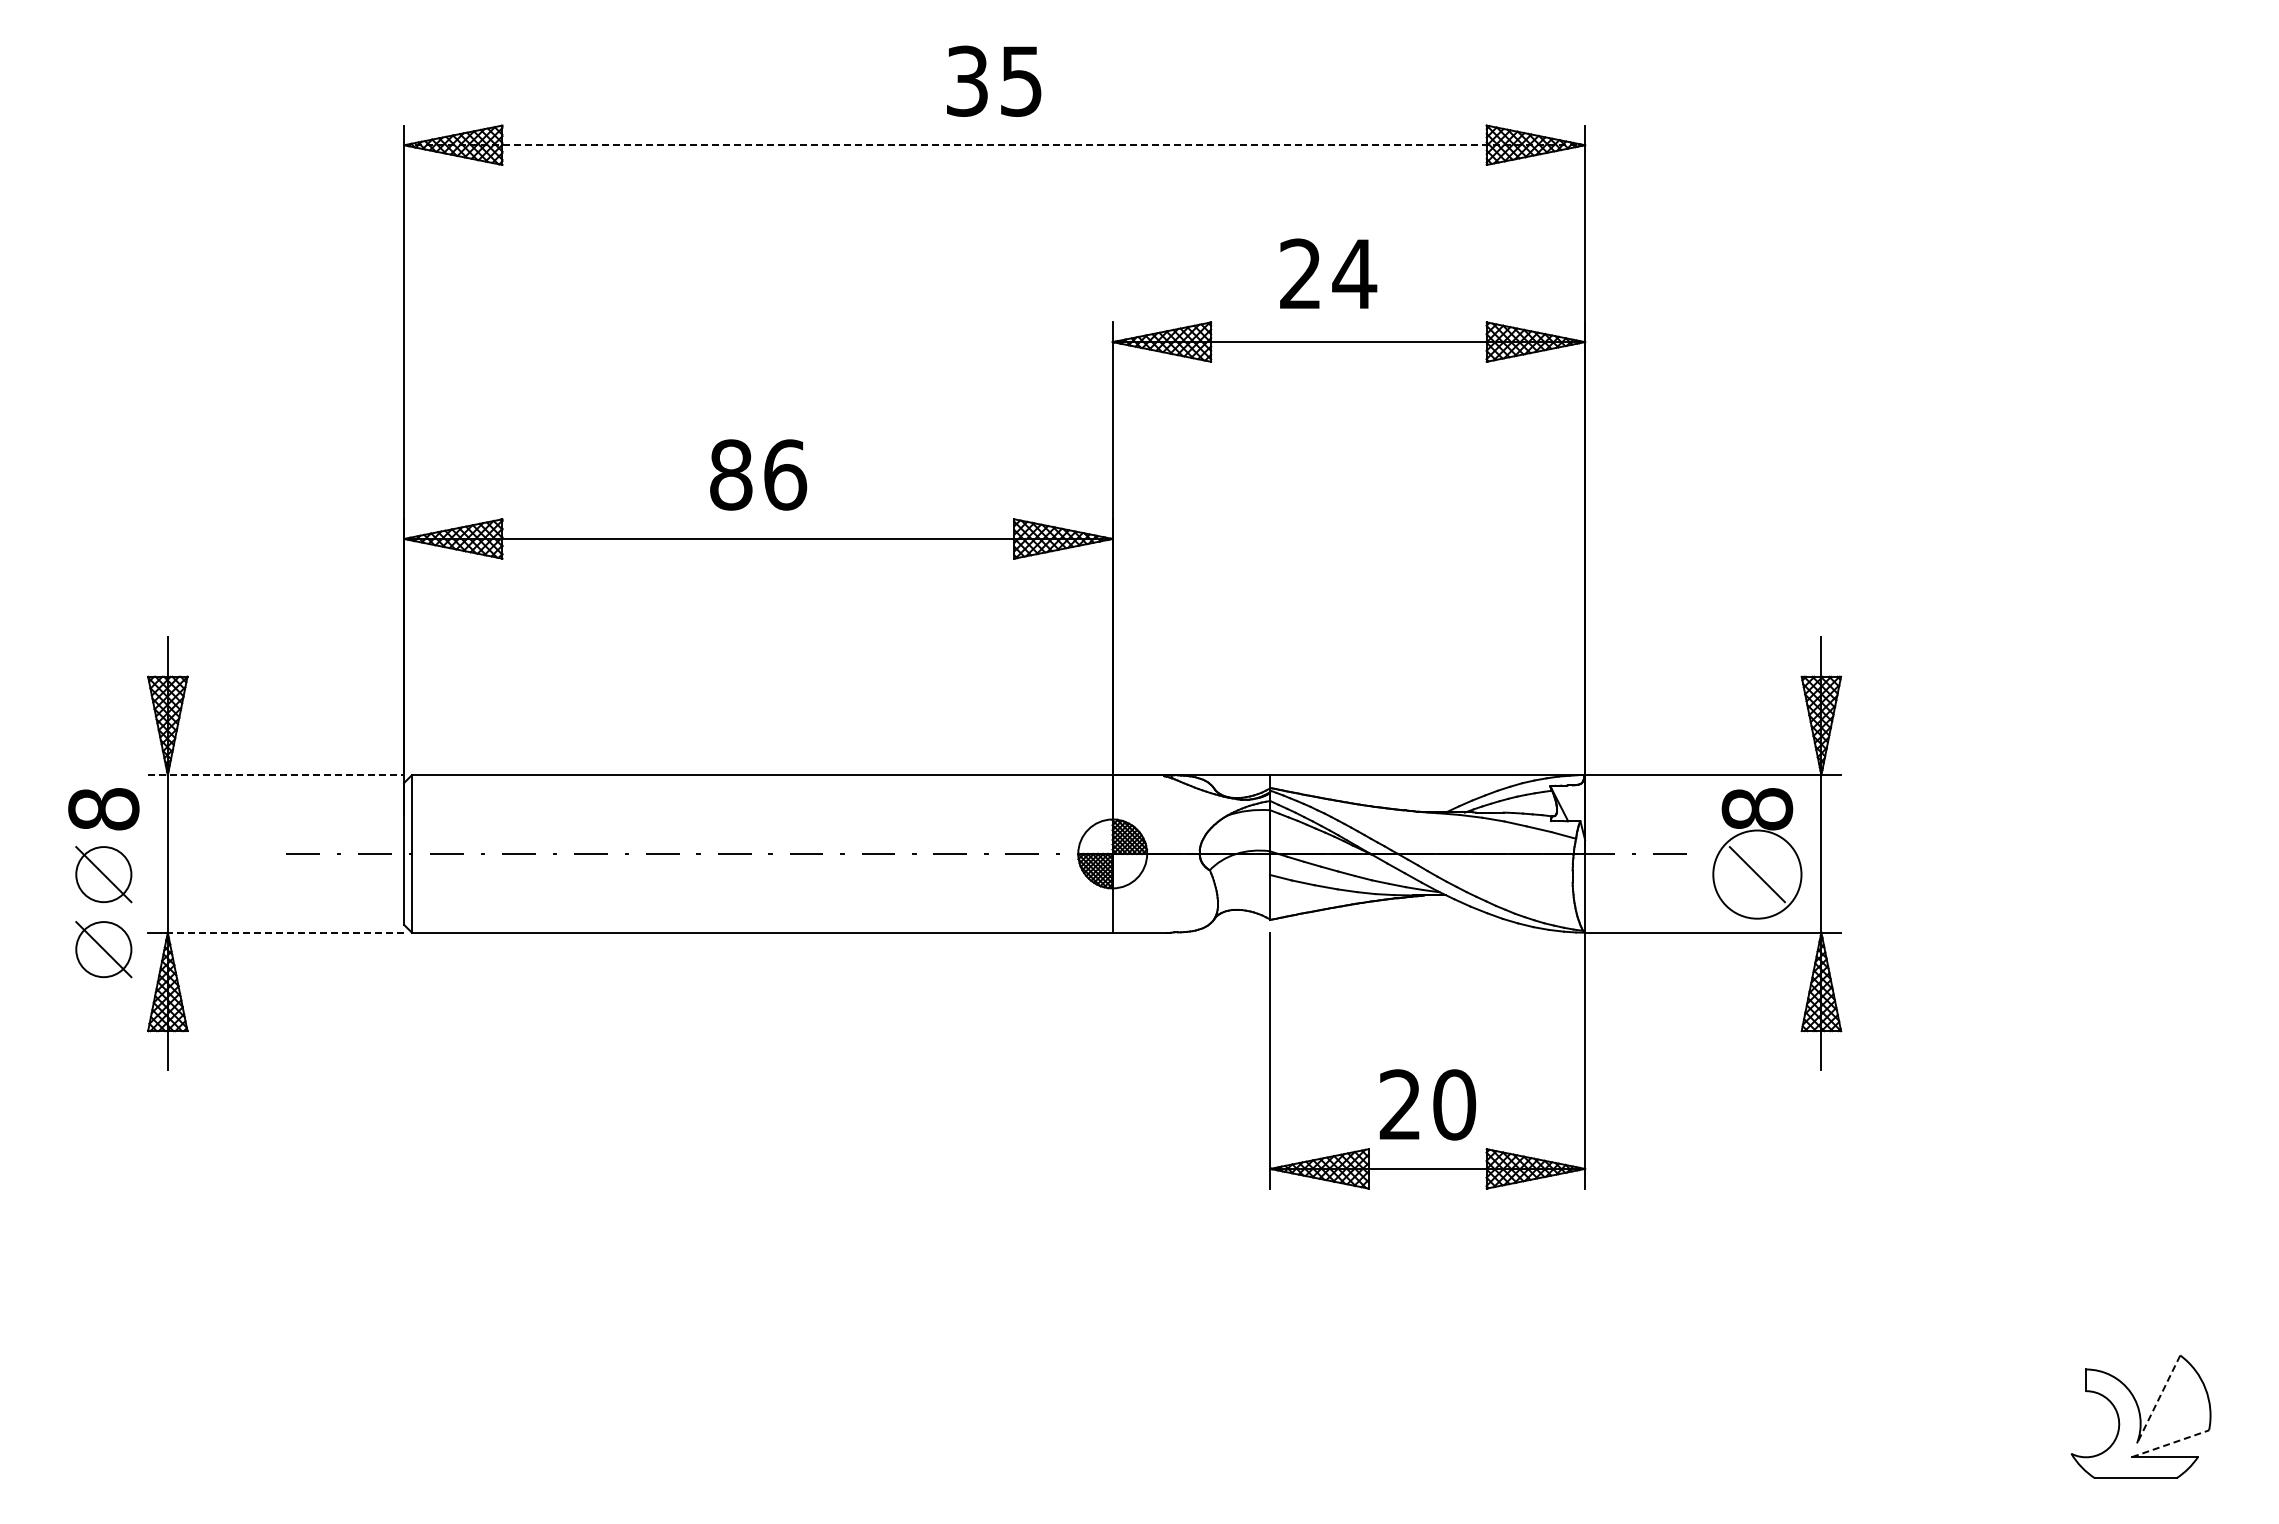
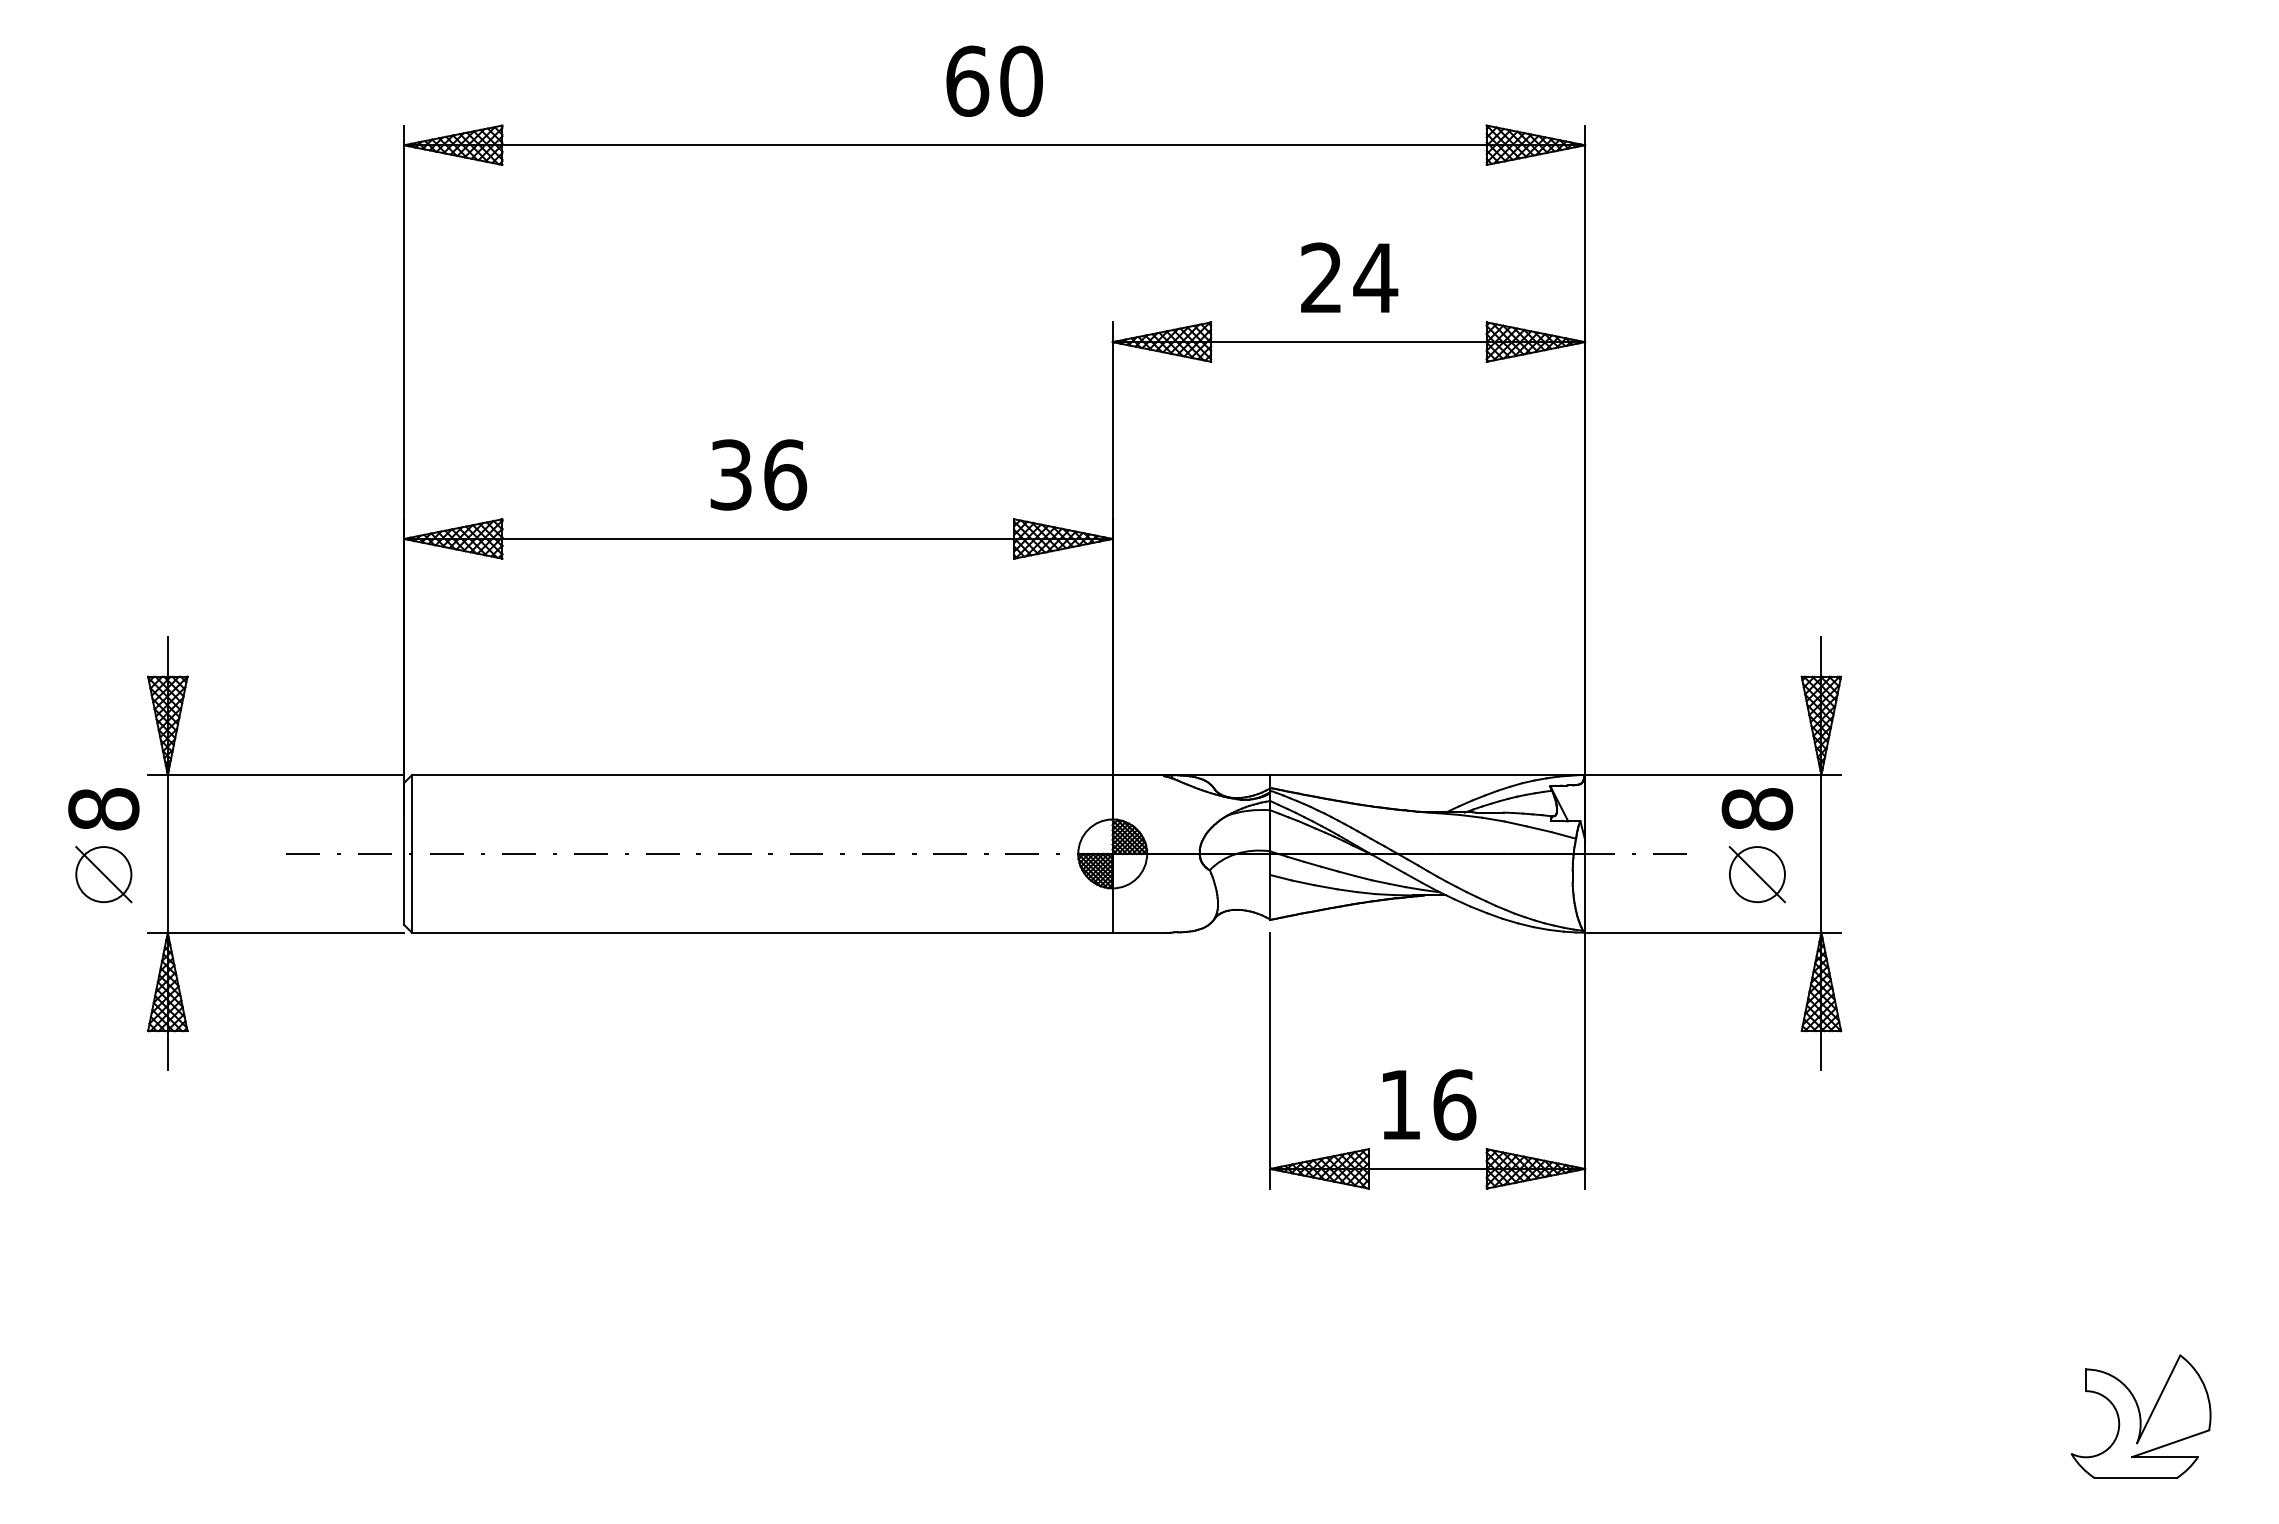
text at (994, 80): 35 -> 60
line at (994, 145): dashed -> solid
text at (1328, 273) position: (1328, 273) -> (1349, 277)
text at (731, 474): 86 -> 36
line at (276, 775): dashed -> solid
circle at (1757, 874) diameter: 88 px -> 55 px
line at (285, 932): dashed -> solid
part at (103, 949): present -> none
text at (1427, 1104): 20 -> 16
line at (2158, 1399): dashed -> solid
line at (2170, 1443): dashed -> solid
